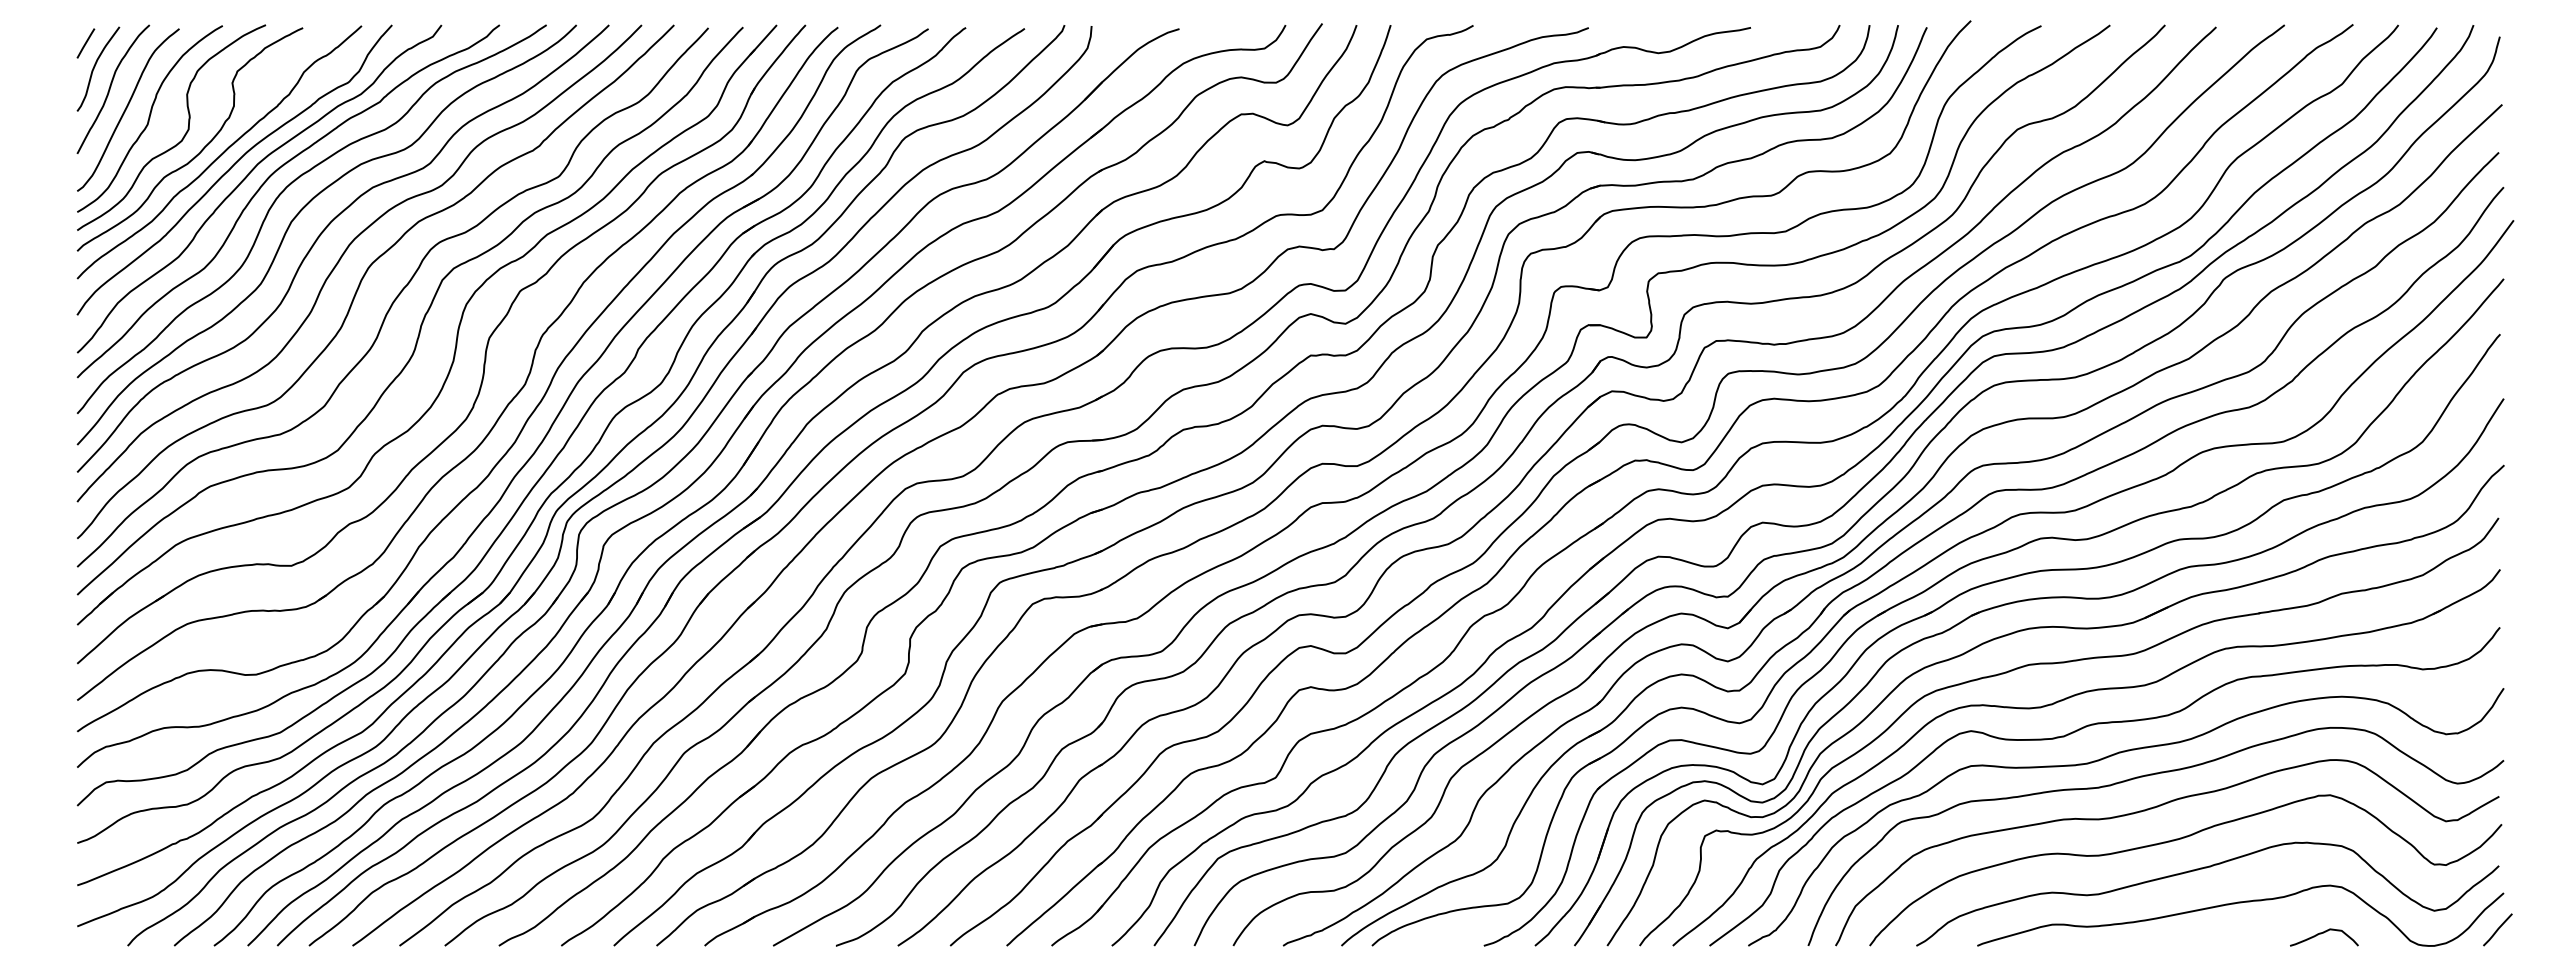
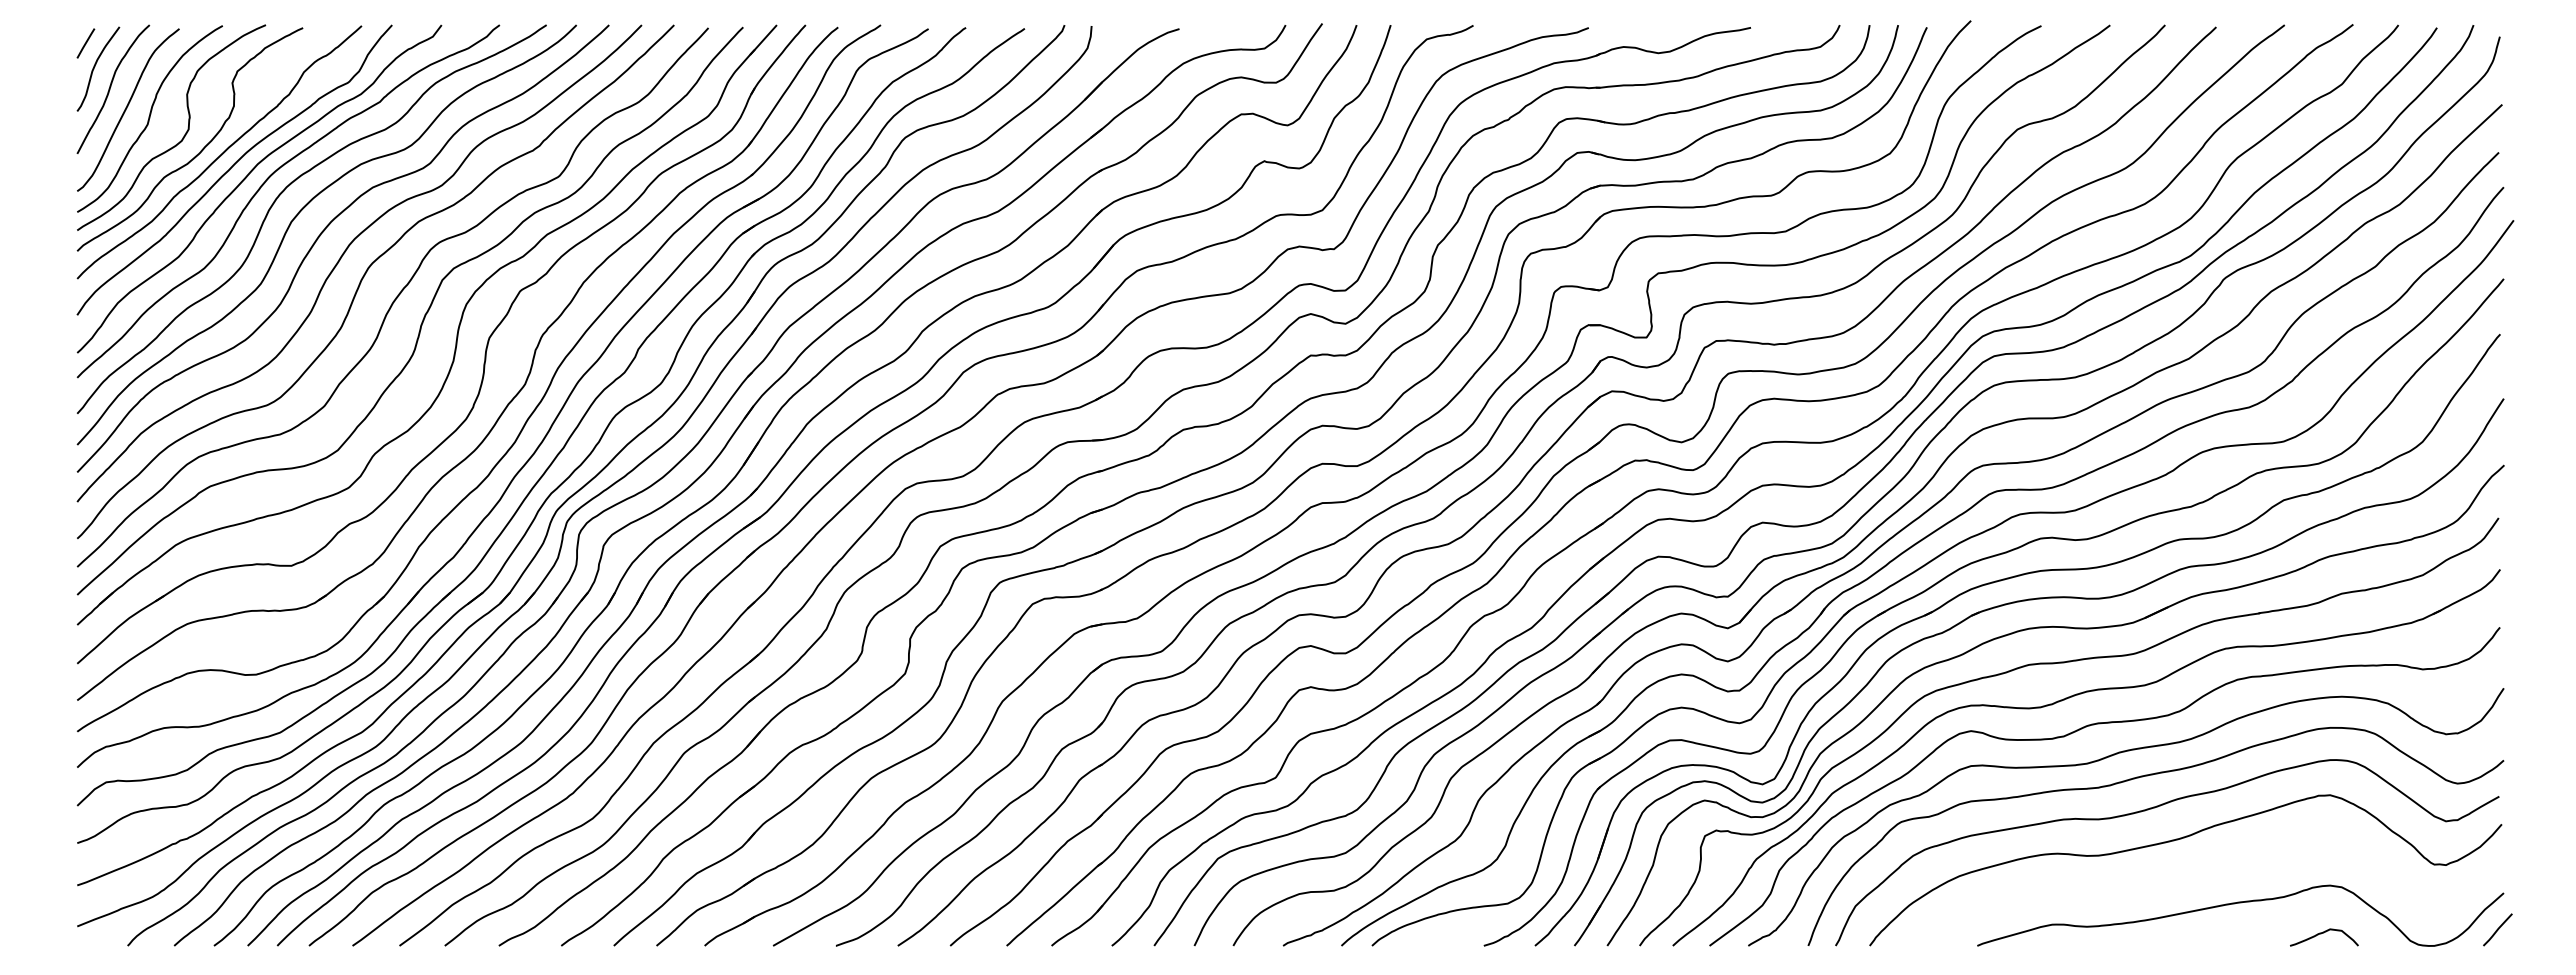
curve at (2202, 869): present -> none
